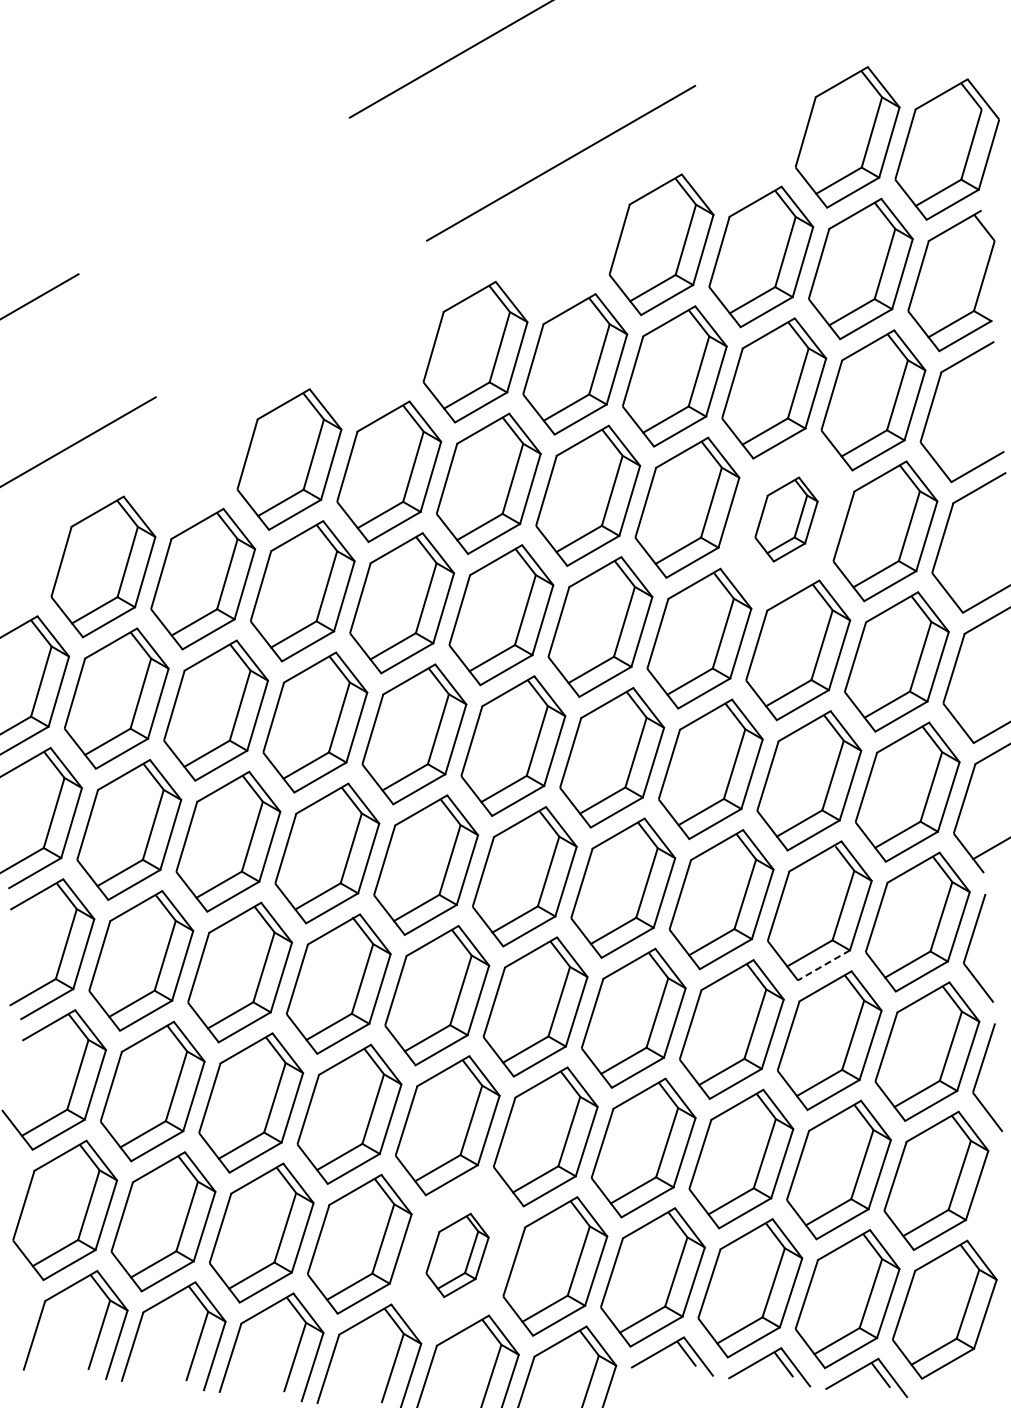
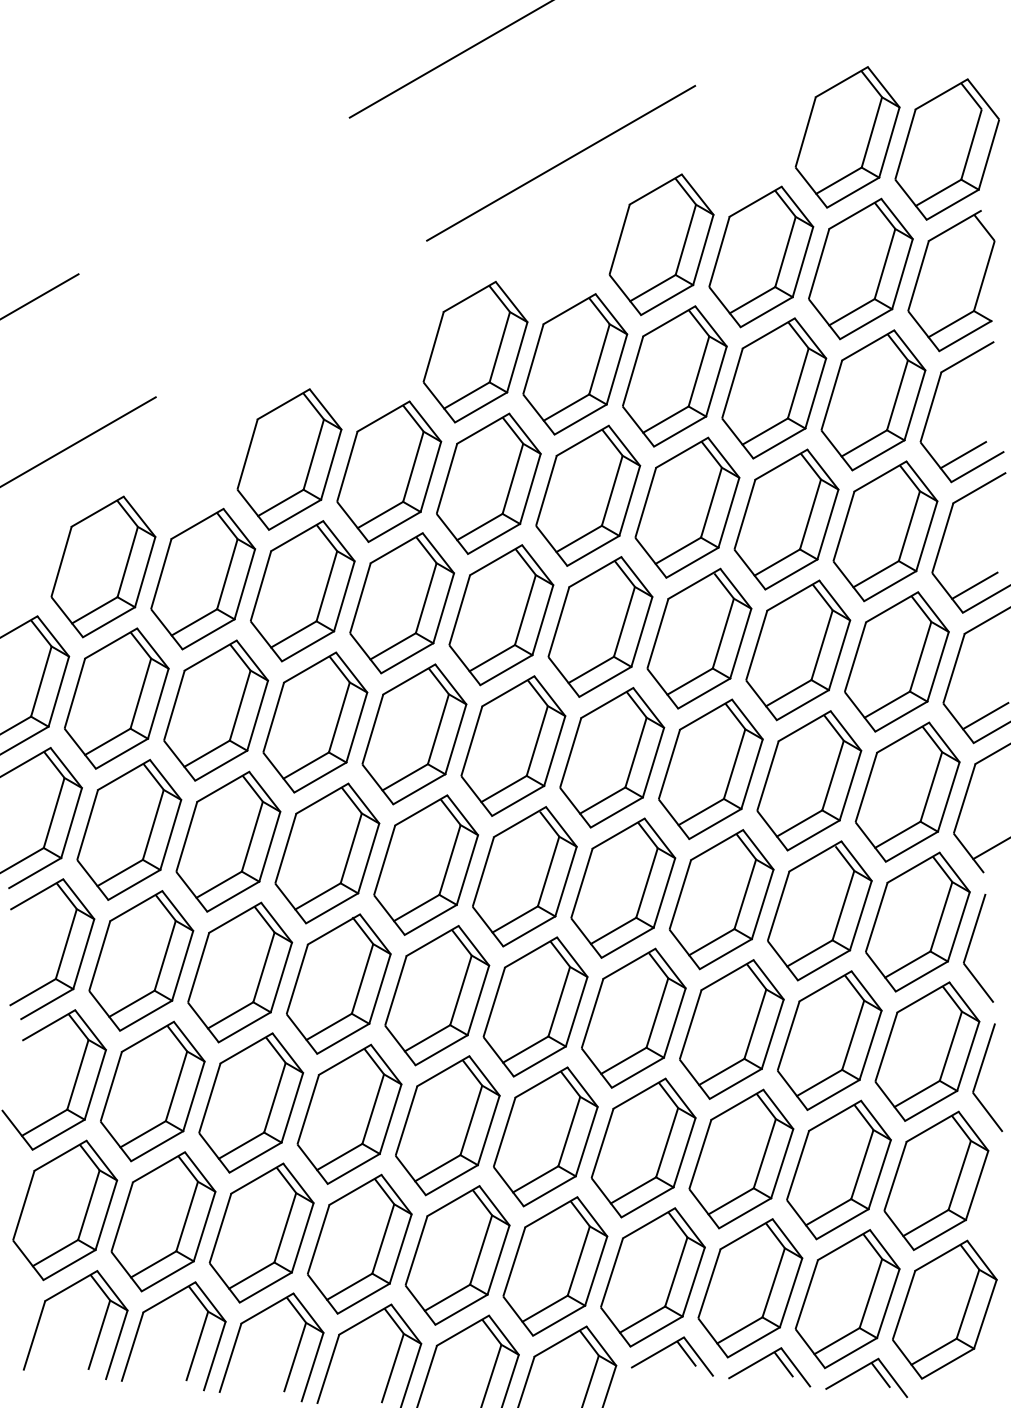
line at (963, 455): none -> present
part at (786, 519) size: 65x87 px -> 107x143 px
line at (974, 585): none -> present
line at (985, 716): none -> present
line at (823, 965): dashed -> solid
part at (457, 1254) size: 65x86 px -> 107x141 px
